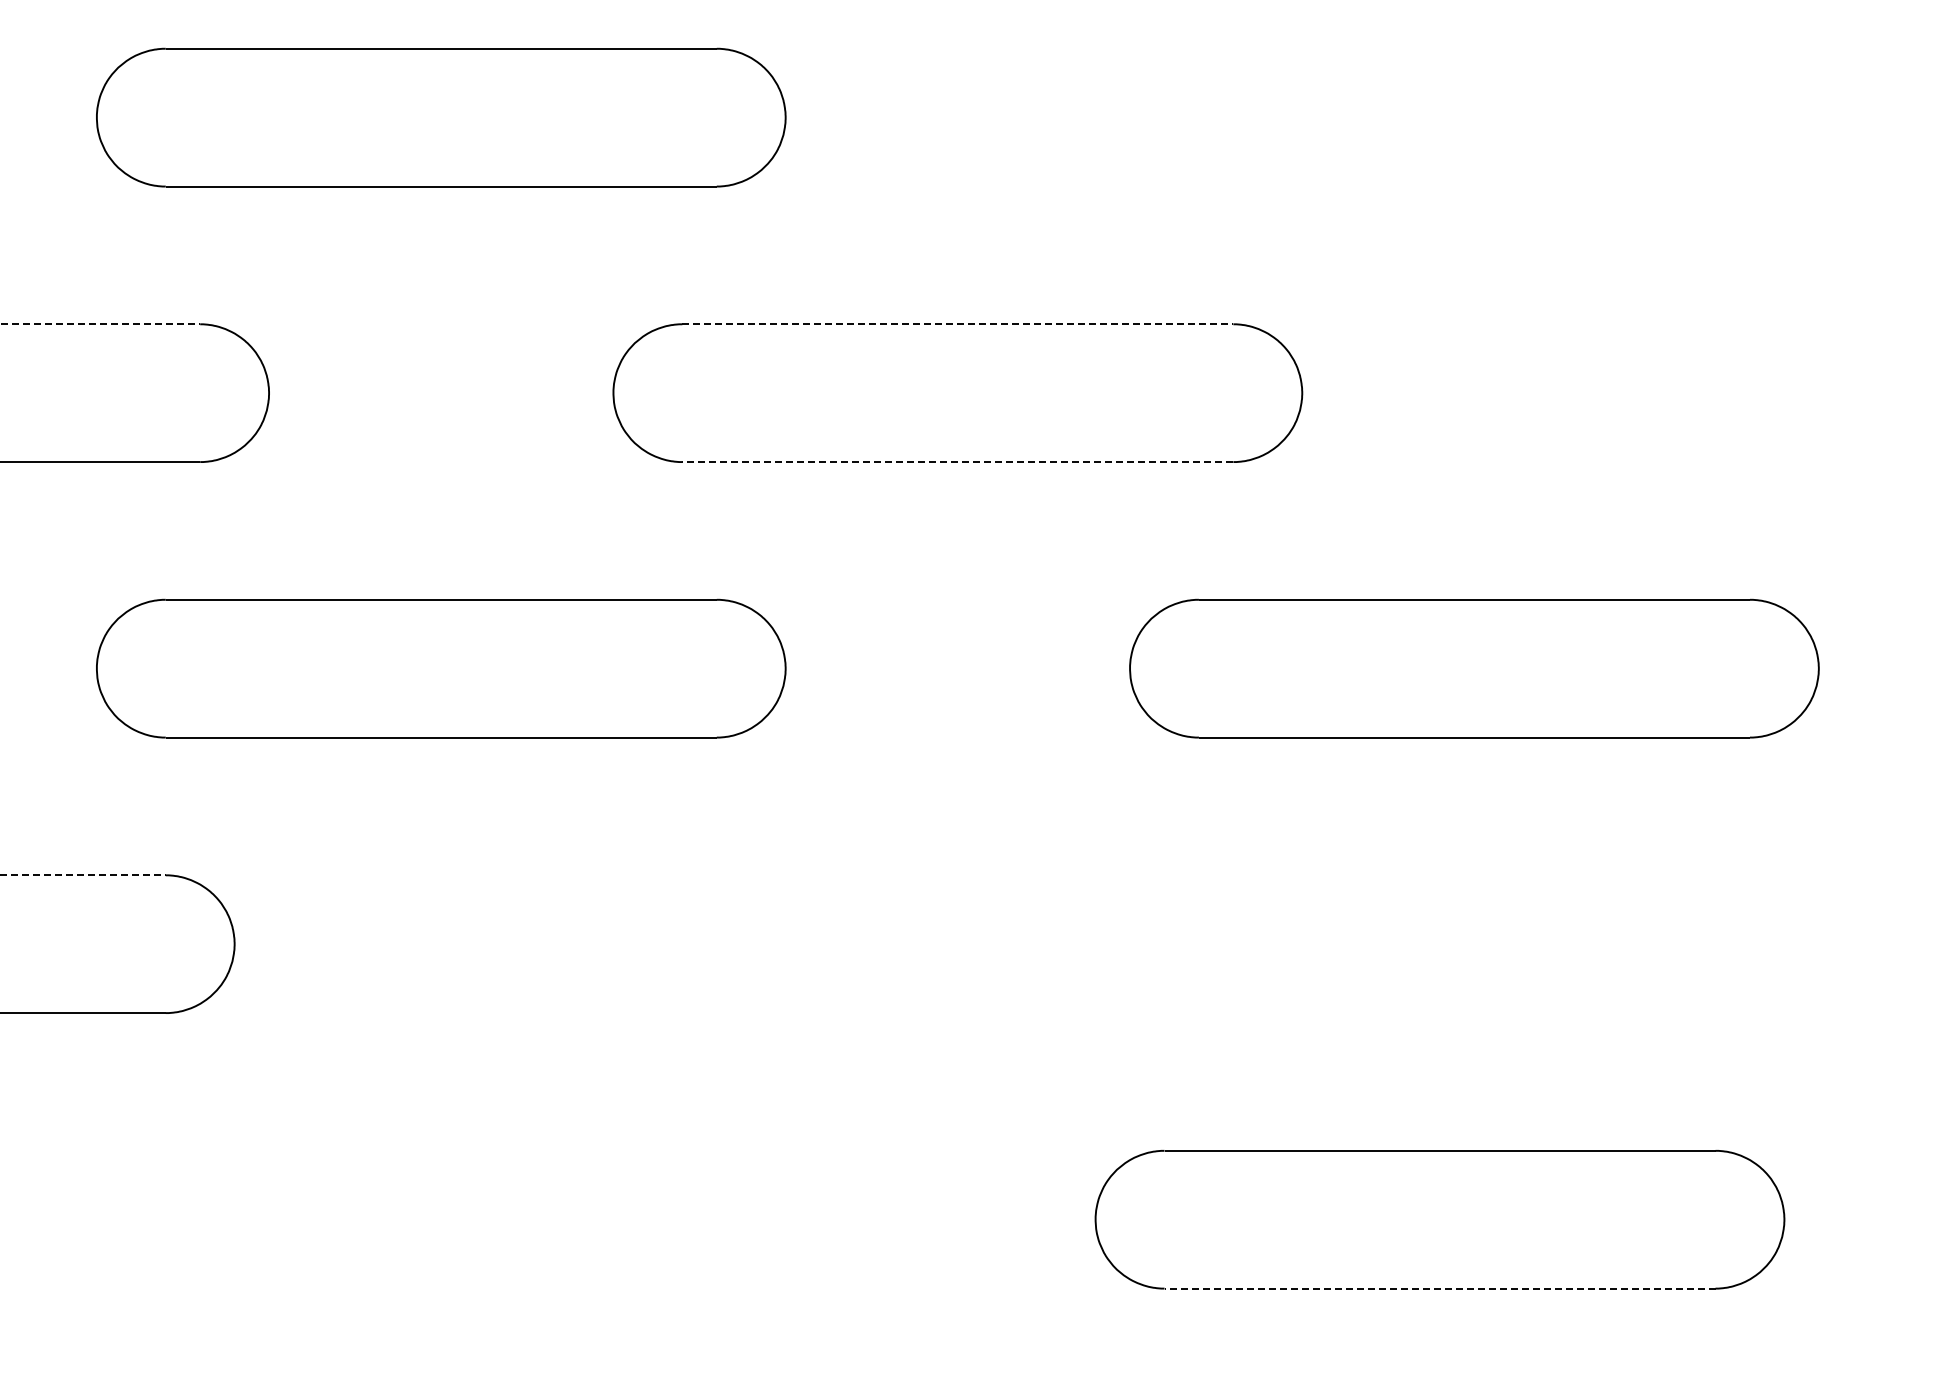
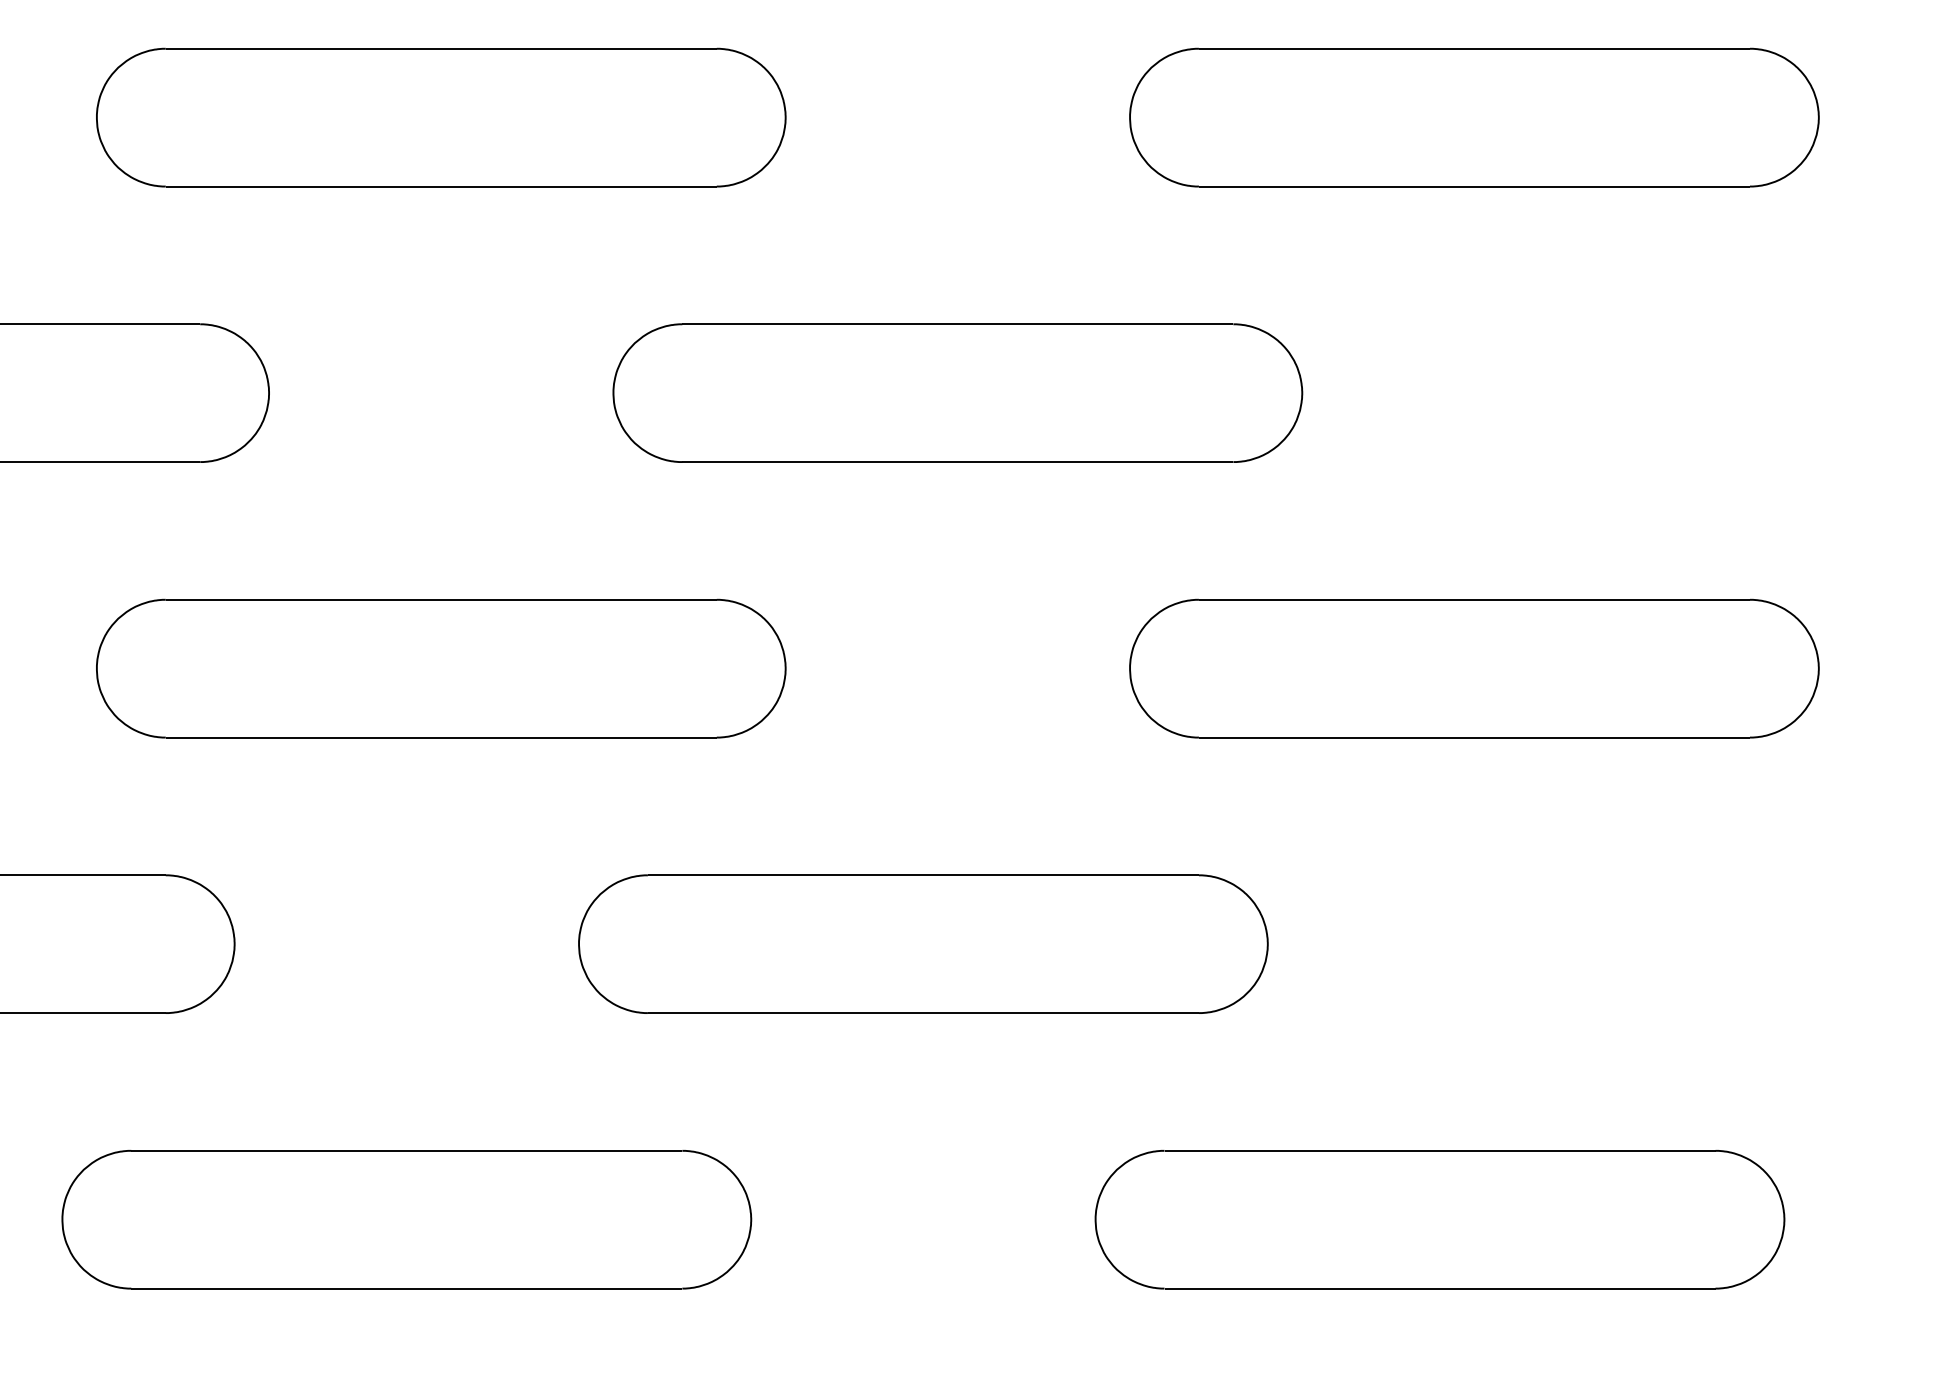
part at (1474, 117): none -> present
line at (100, 324): dashed -> solid
line at (957, 324): dashed -> solid
line at (957, 462): dashed -> solid
line at (82, 875): dashed -> solid
part at (923, 943): none -> present
part at (406, 1219): none -> present
line at (1440, 1288): dashed -> solid
